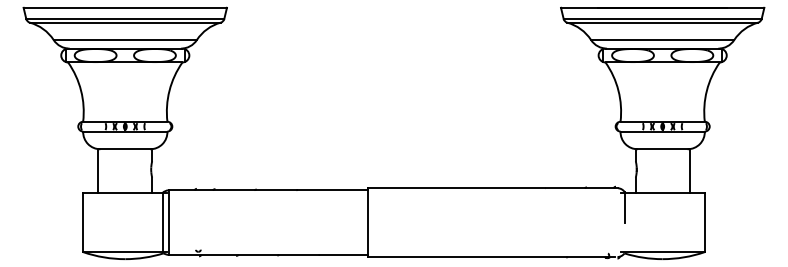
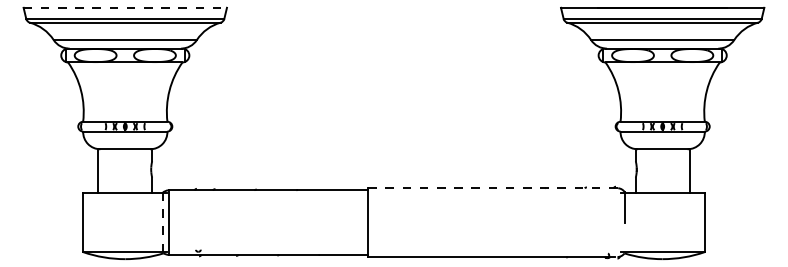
line at (125, 7): solid -> dashed
line at (492, 188): solid -> dashed
line at (162, 222): solid -> dashed
